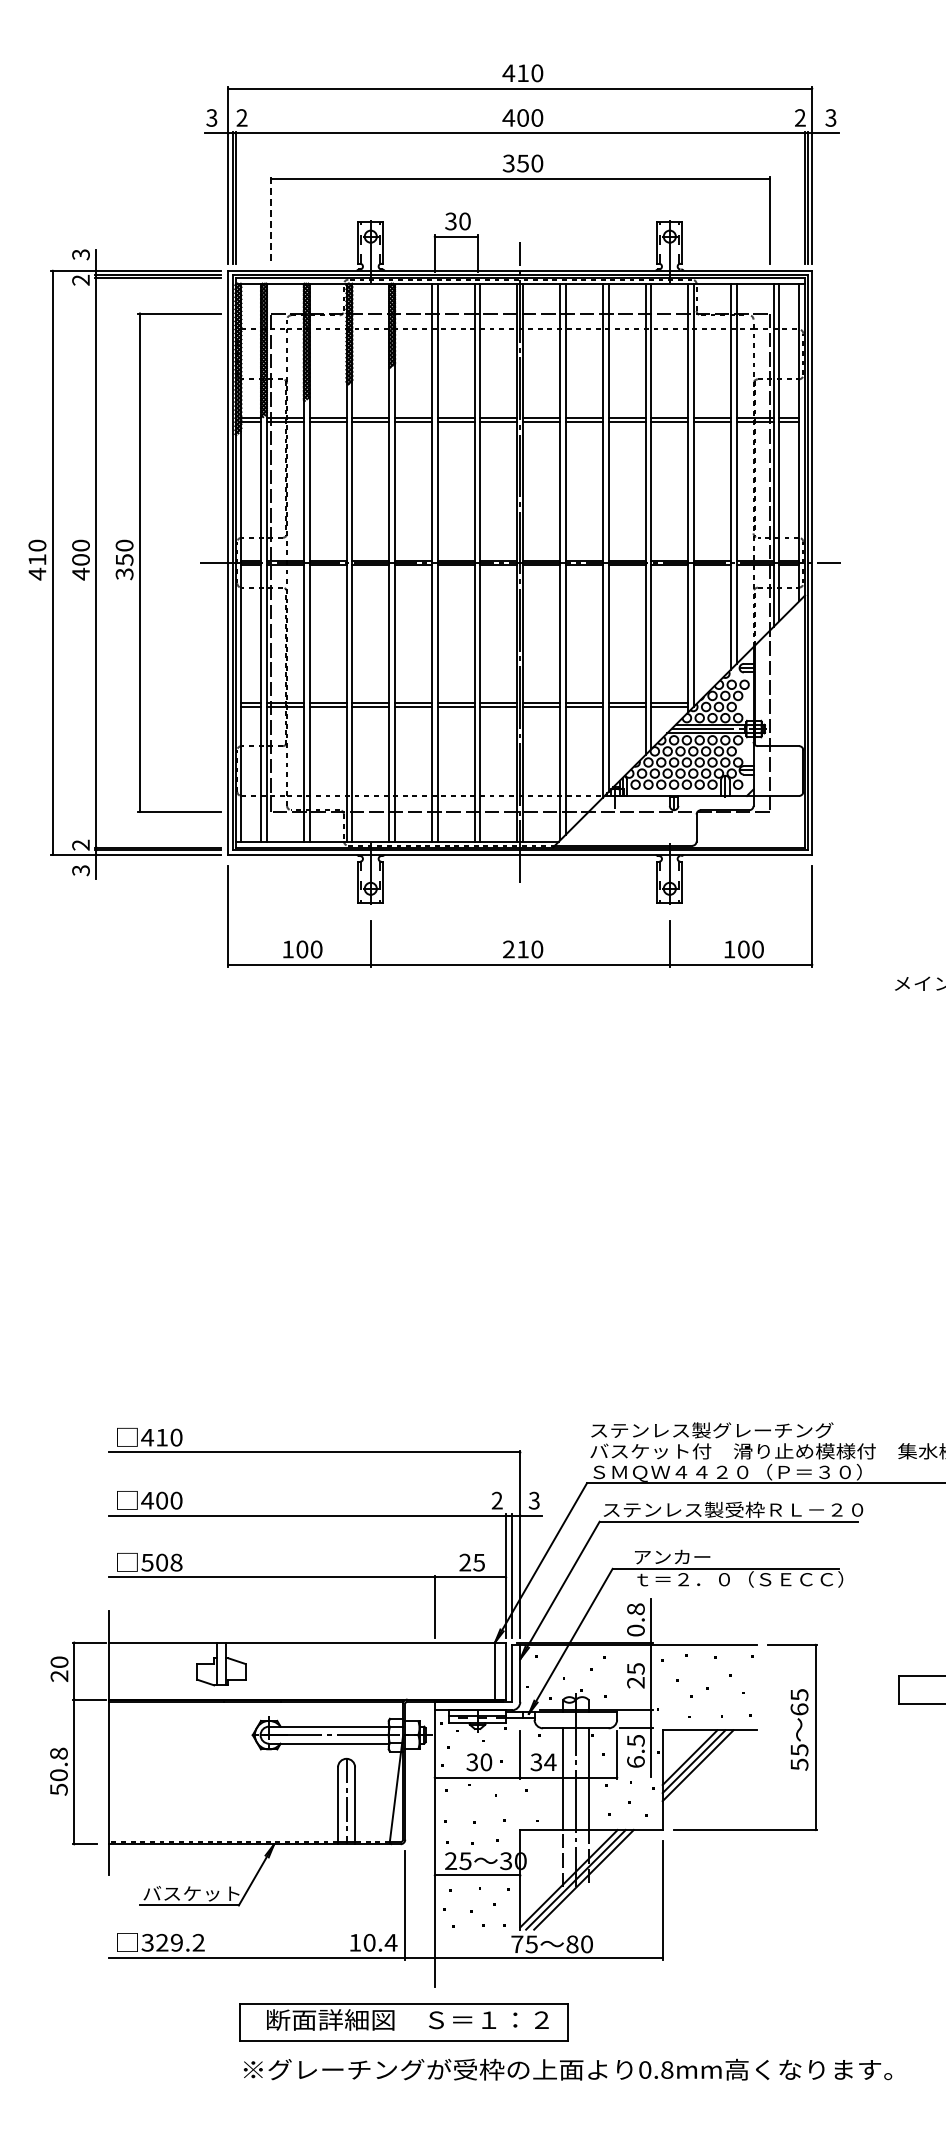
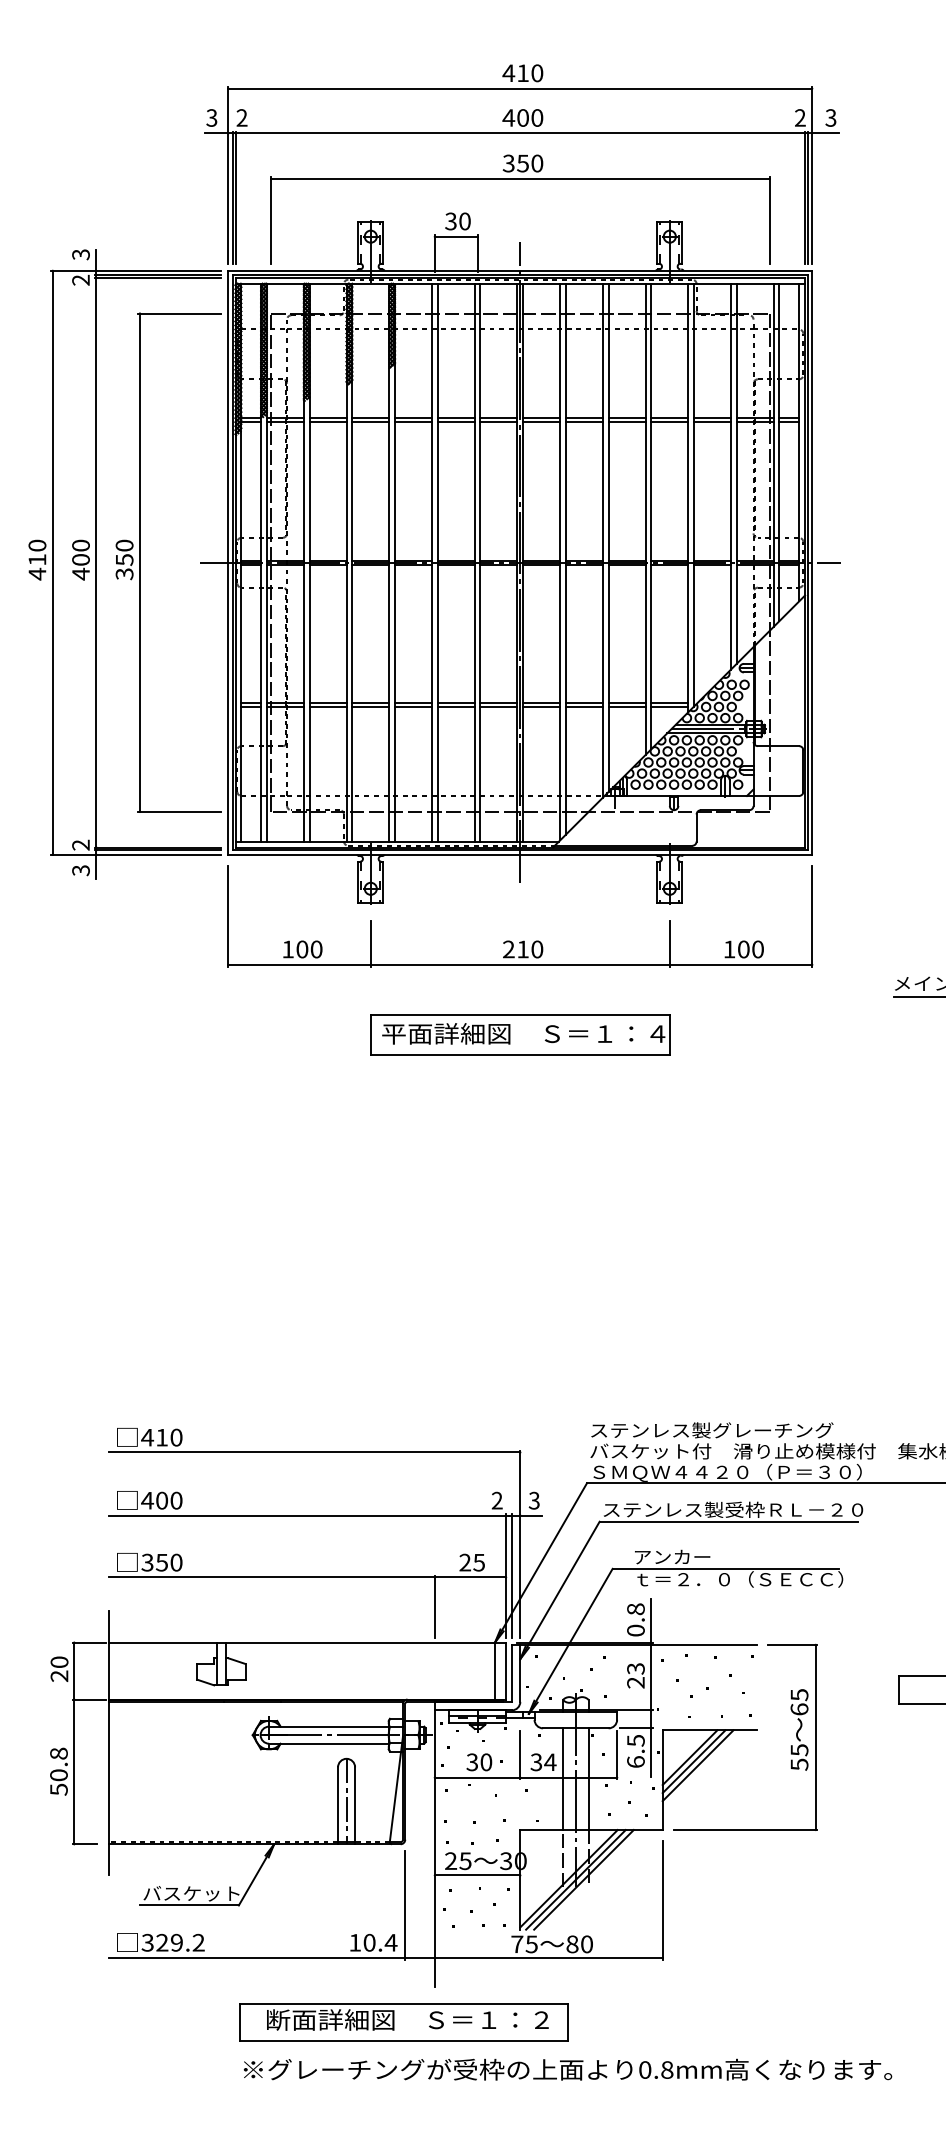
line at (271, 220): dashed -> solid
line at (918, 996): none -> present
part at (520, 1034): none -> present
text at (162, 1562): 508 -> 350
text at (635, 1668): 25 -> 23
